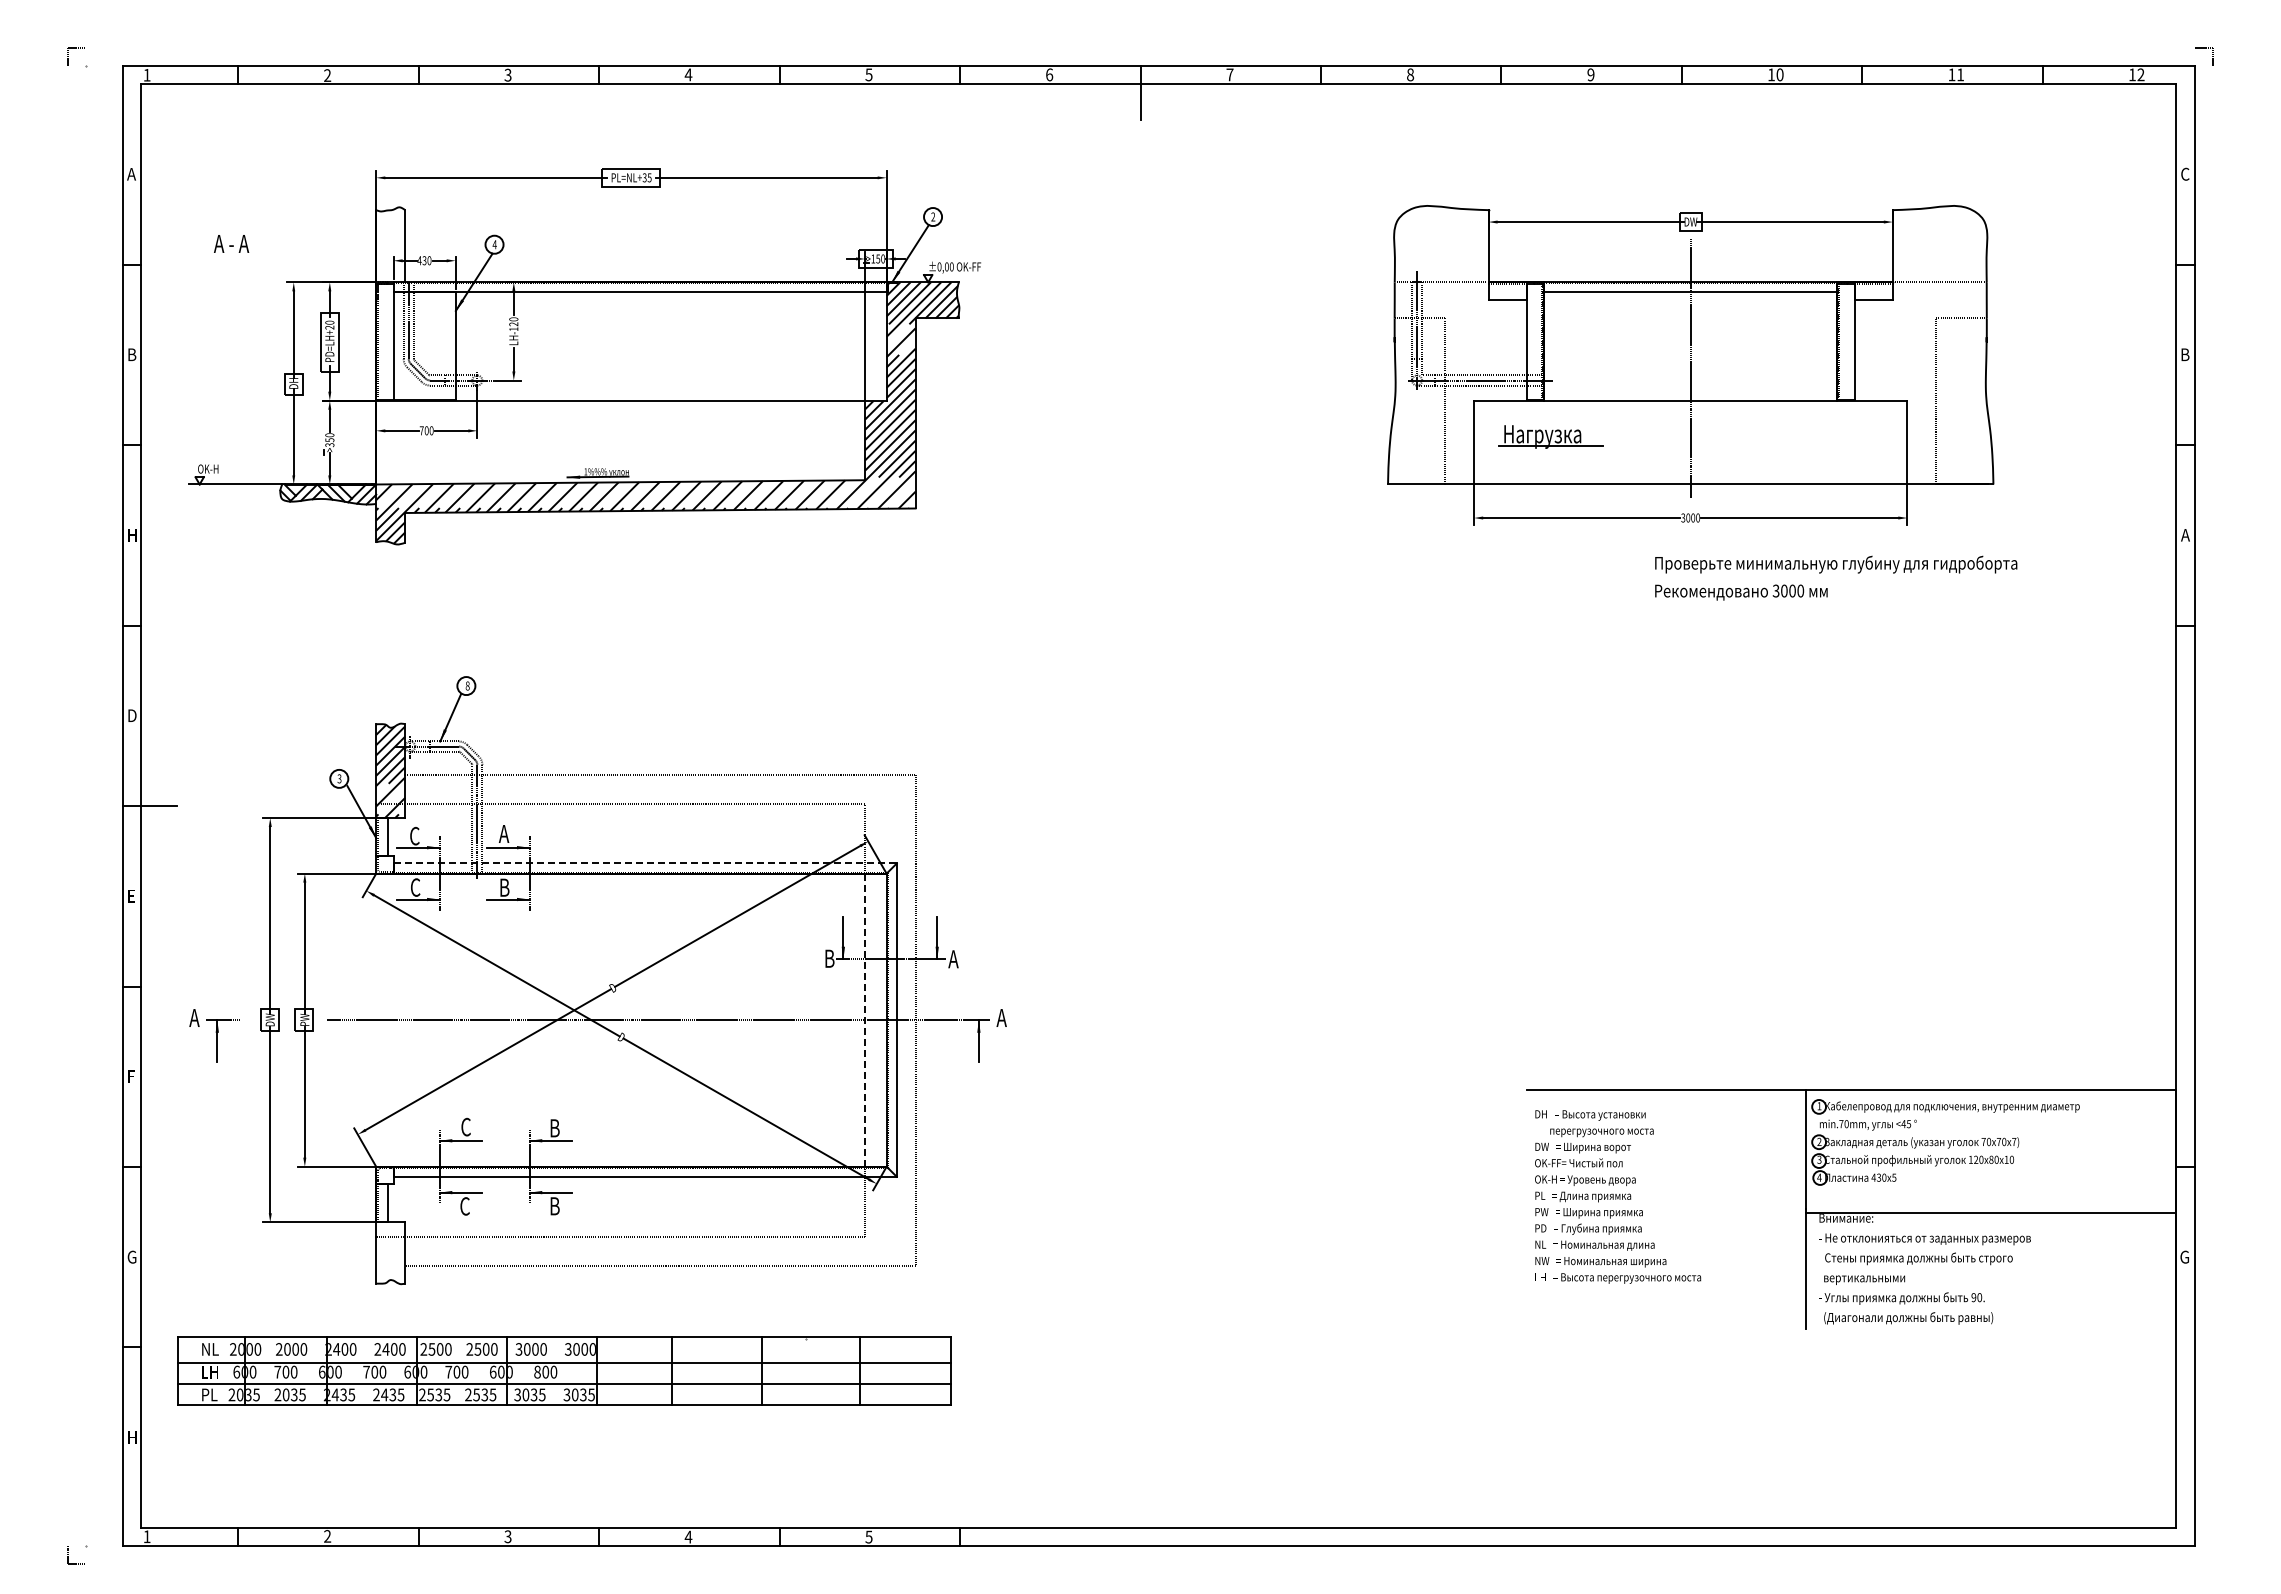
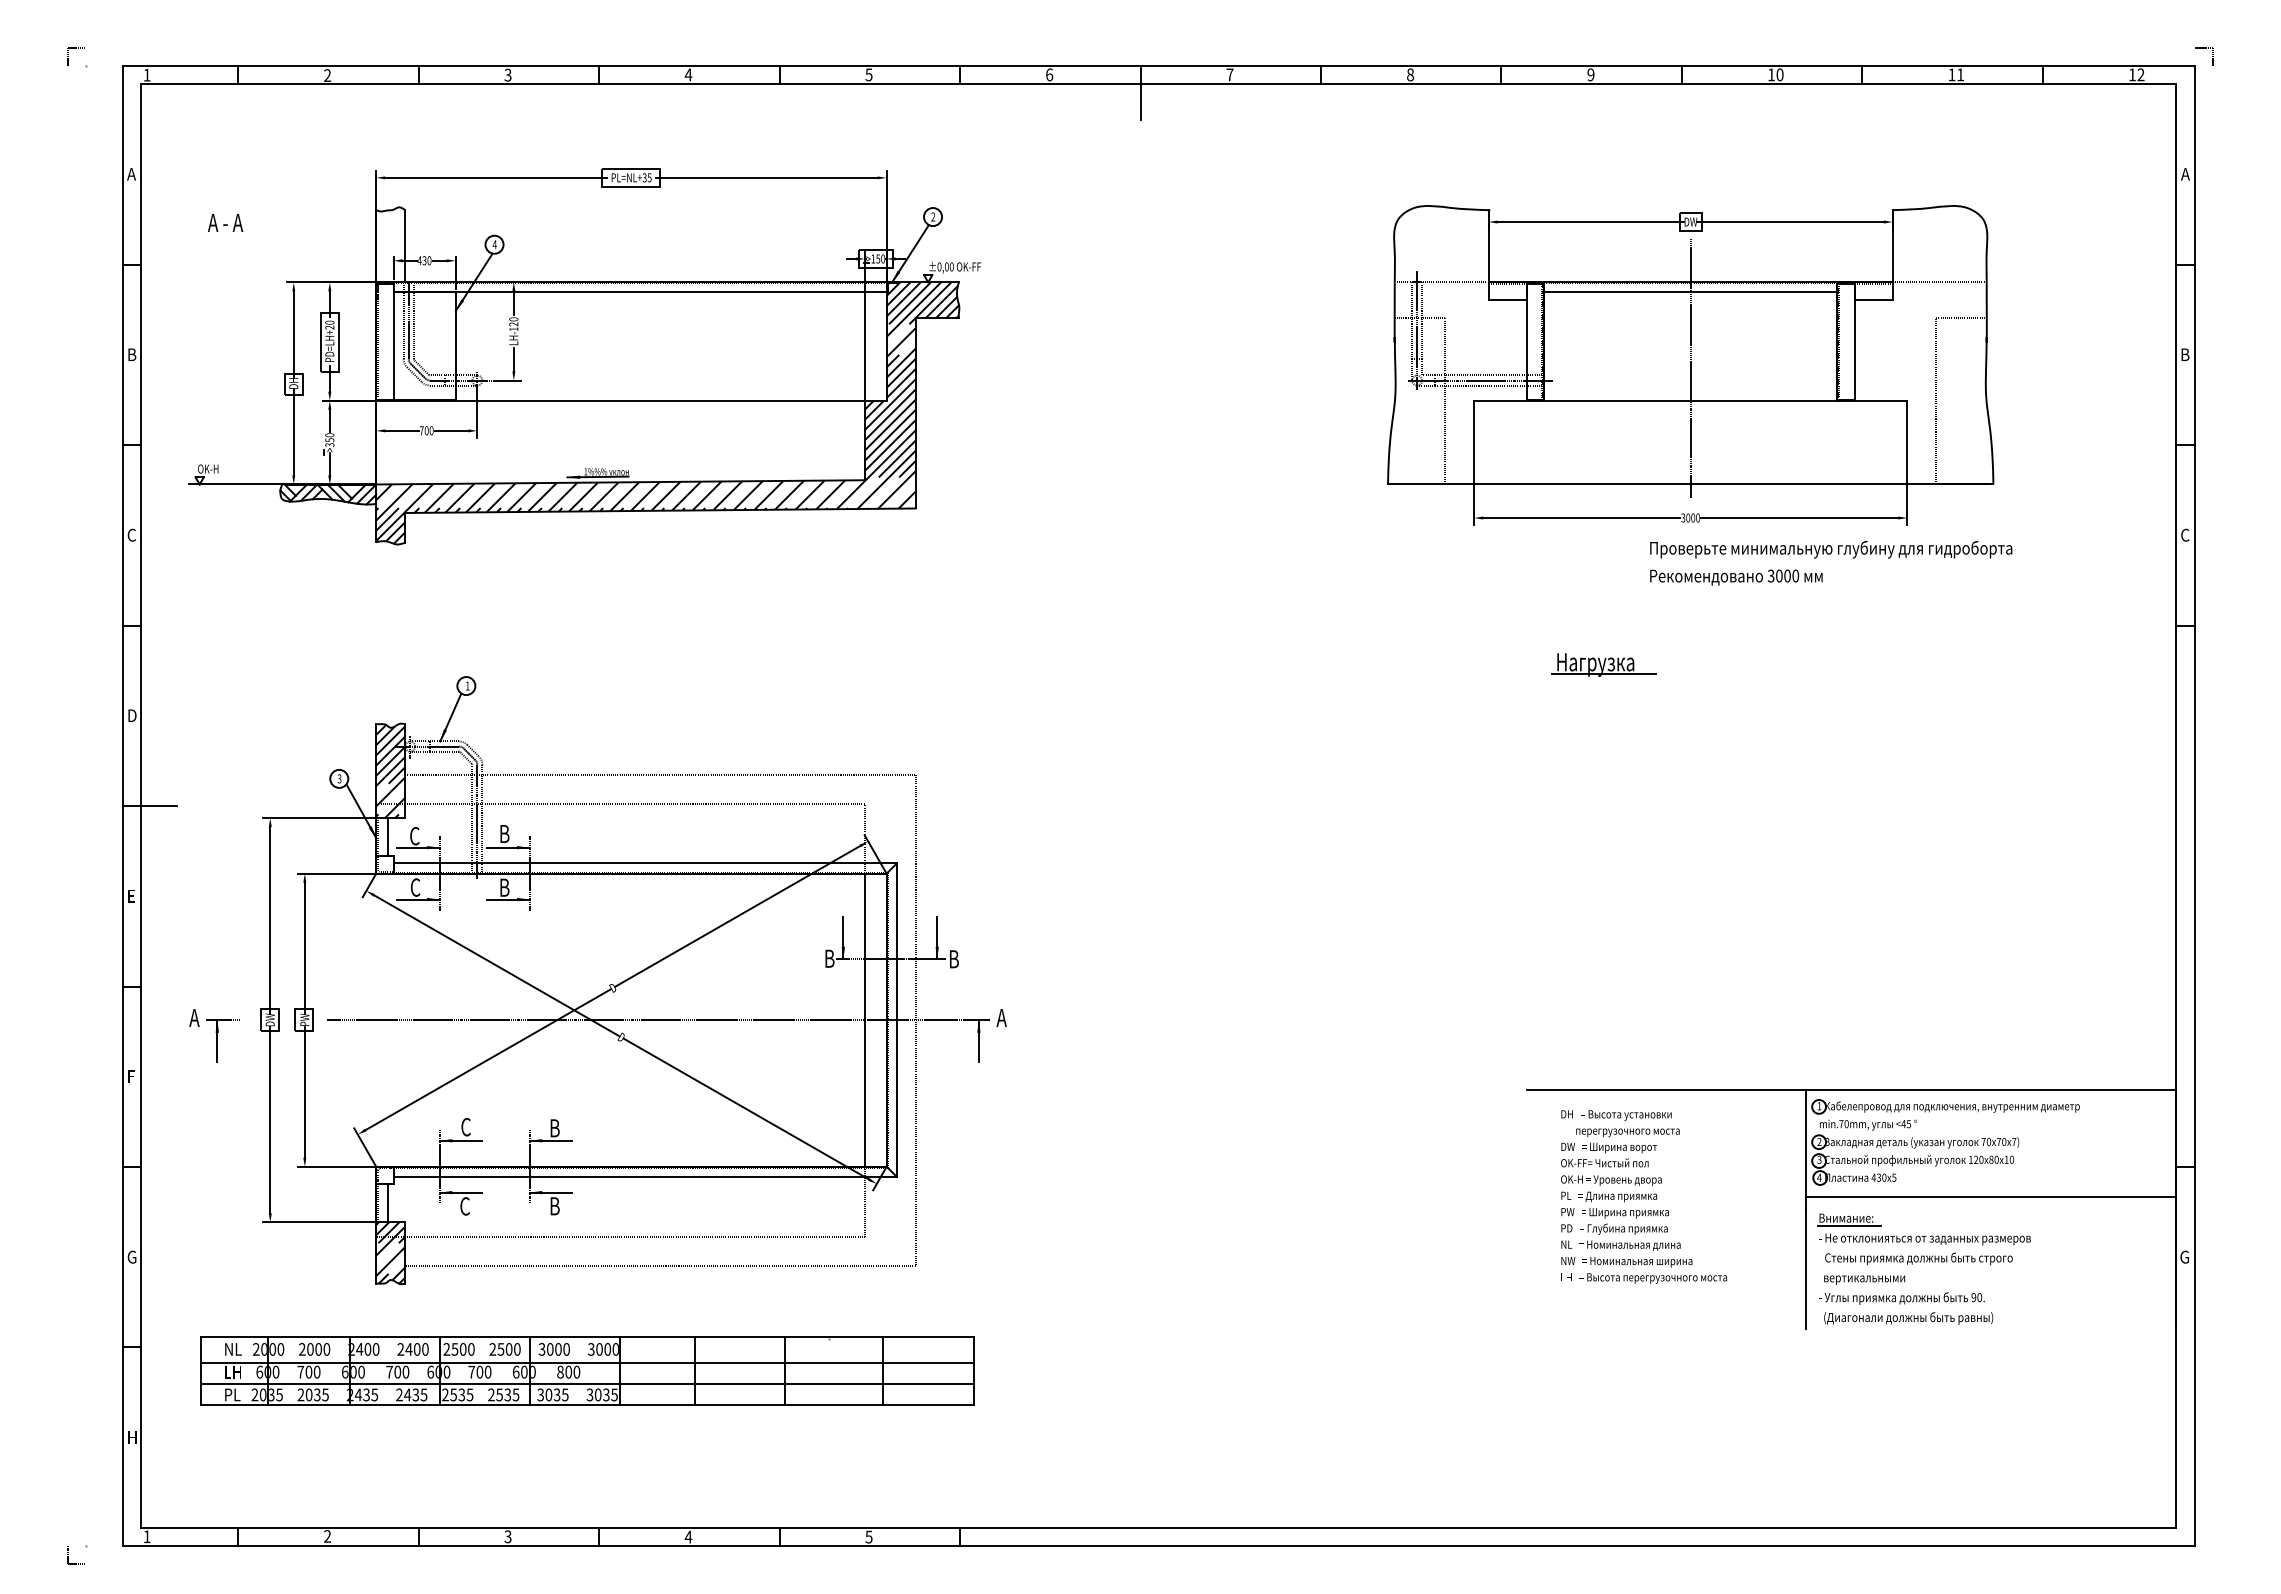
text at (2185, 173): C -> A
text at (231, 243) position: (231, 243) -> (225, 222)
part at (1550, 436) position: (1550, 436) -> (1603, 664)
text at (131, 534): H -> C
text at (2185, 534): A -> C
text at (1836, 577) position: (1836, 577) -> (1831, 562)
text at (467, 685): 8 -> 1
text at (503, 833): A -> B
line at (645, 863): dashed -> solid
text at (953, 959): A -> B
line at (865, 1020): dashed -> solid
text at (1618, 1196) position: (1618, 1196) -> (1644, 1196)
line at (1991, 1212) position: (1991, 1212) -> (1991, 1196)
line at (1849, 1225): none -> present
hatch at (390, 1252): none -> present
part at (564, 1370) position: (564, 1370) -> (587, 1370)
